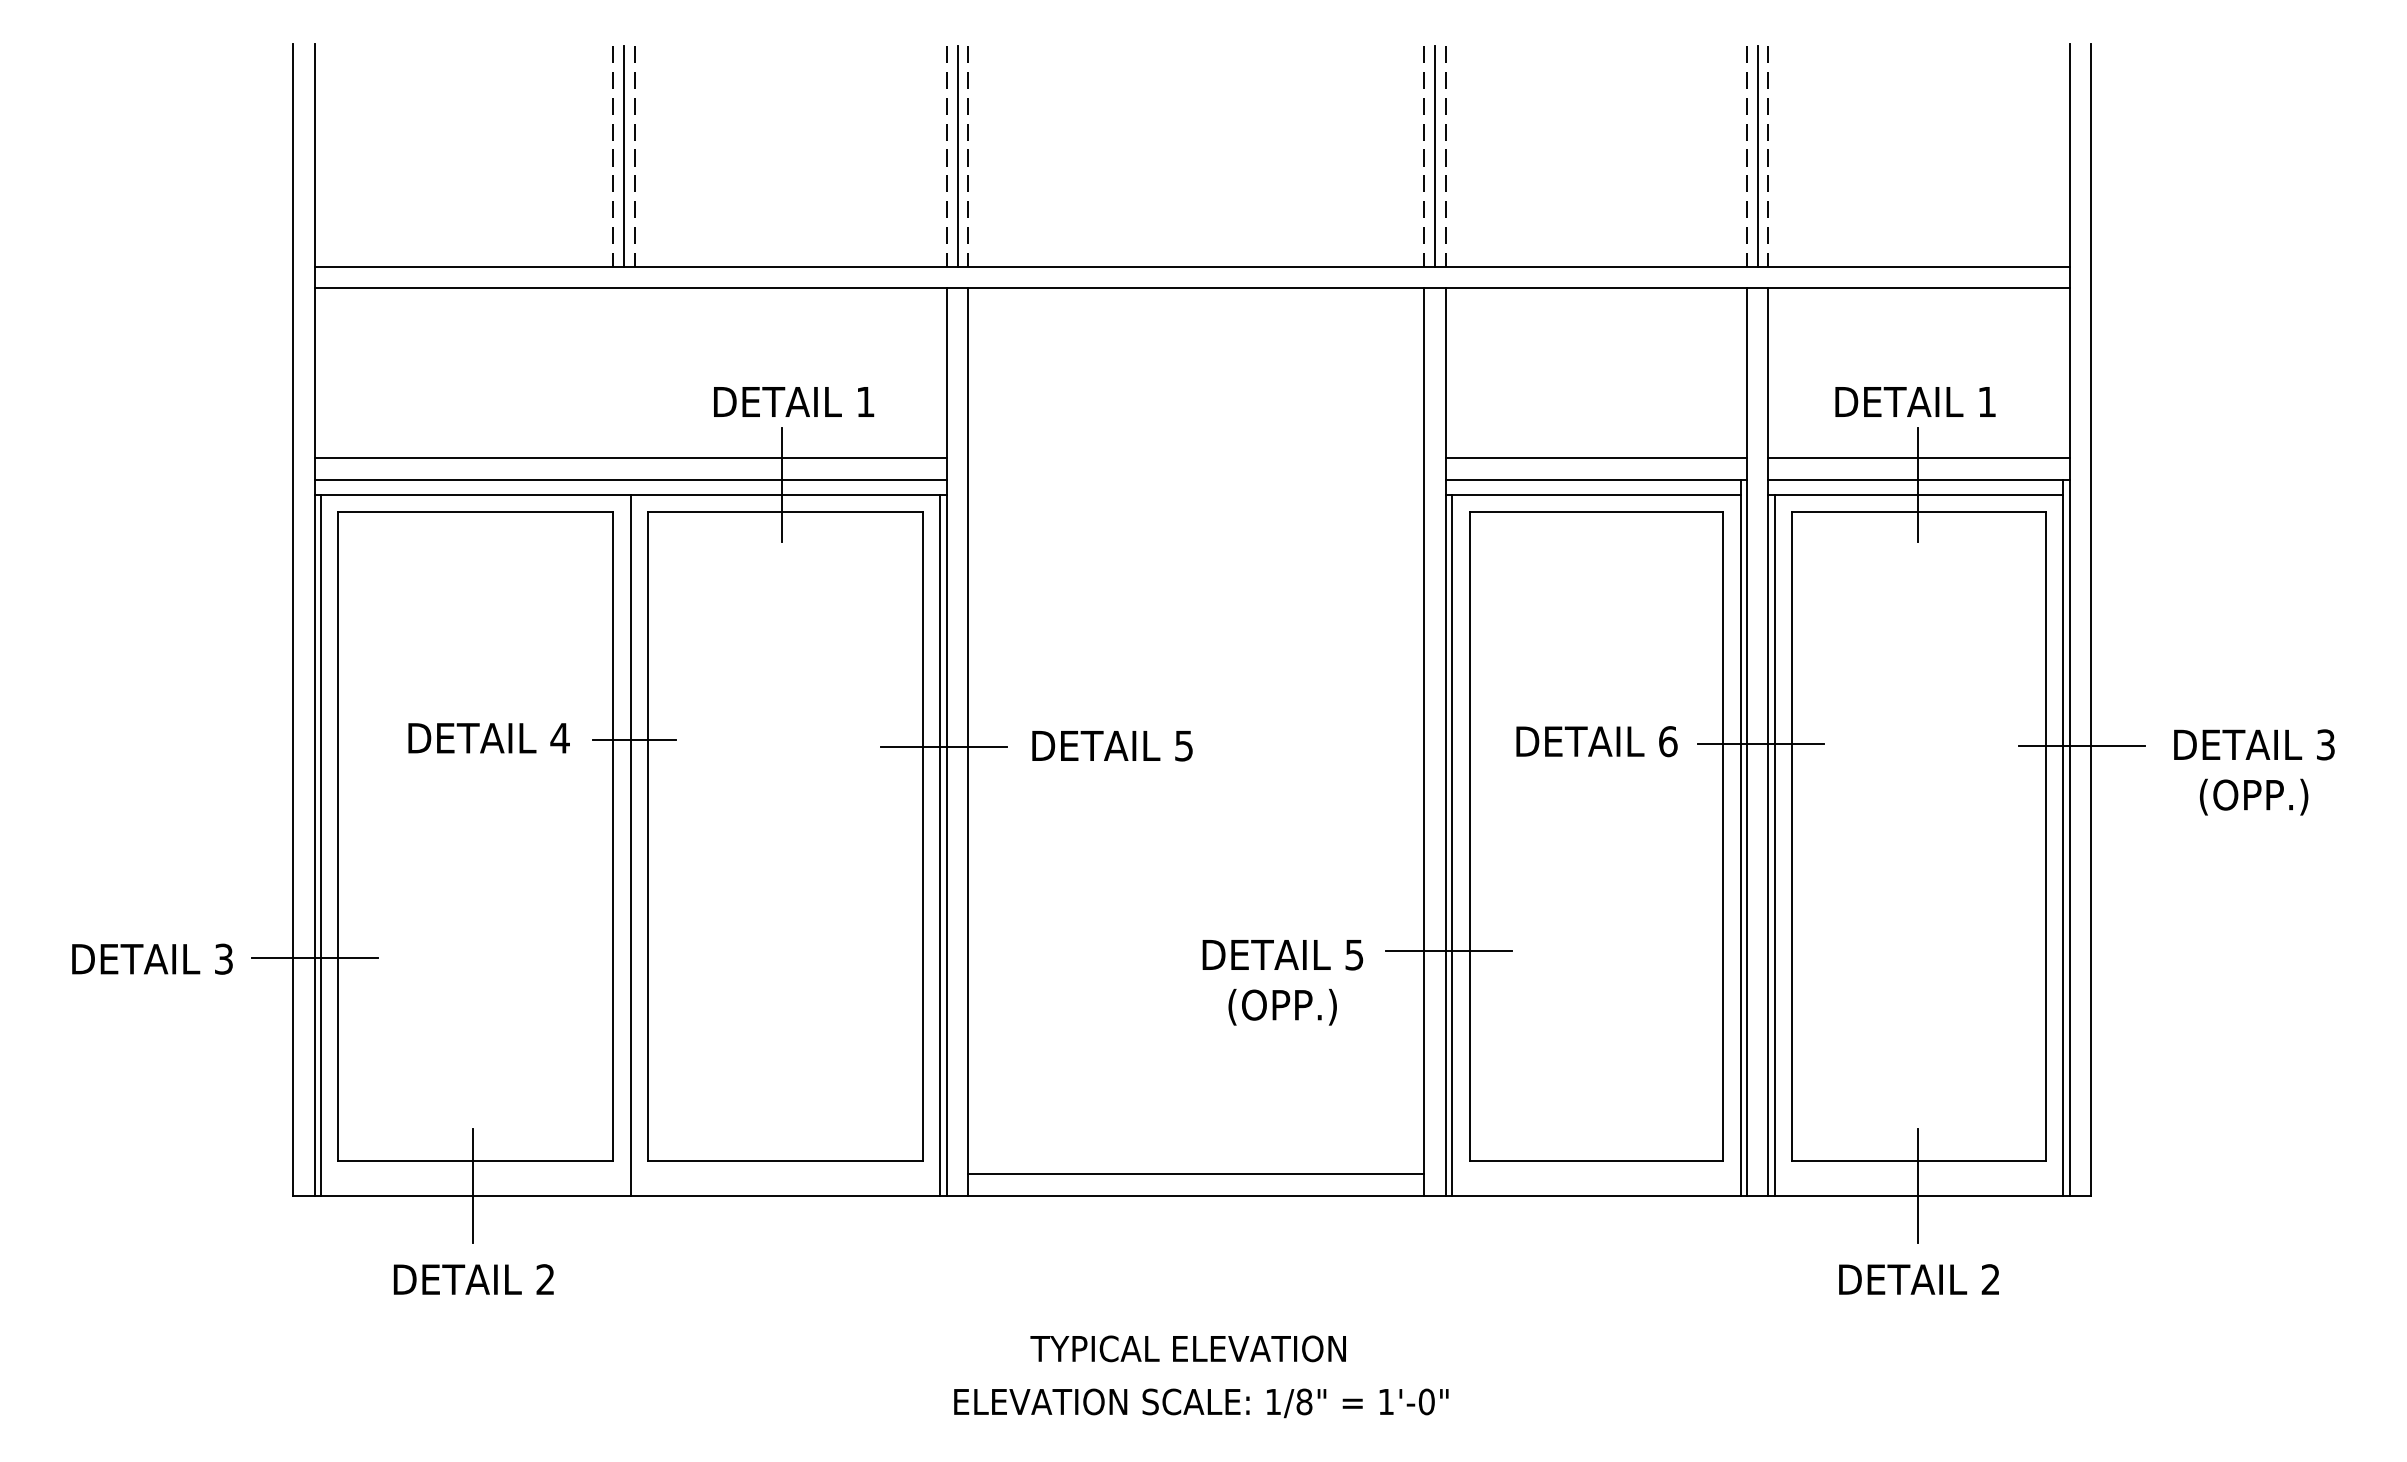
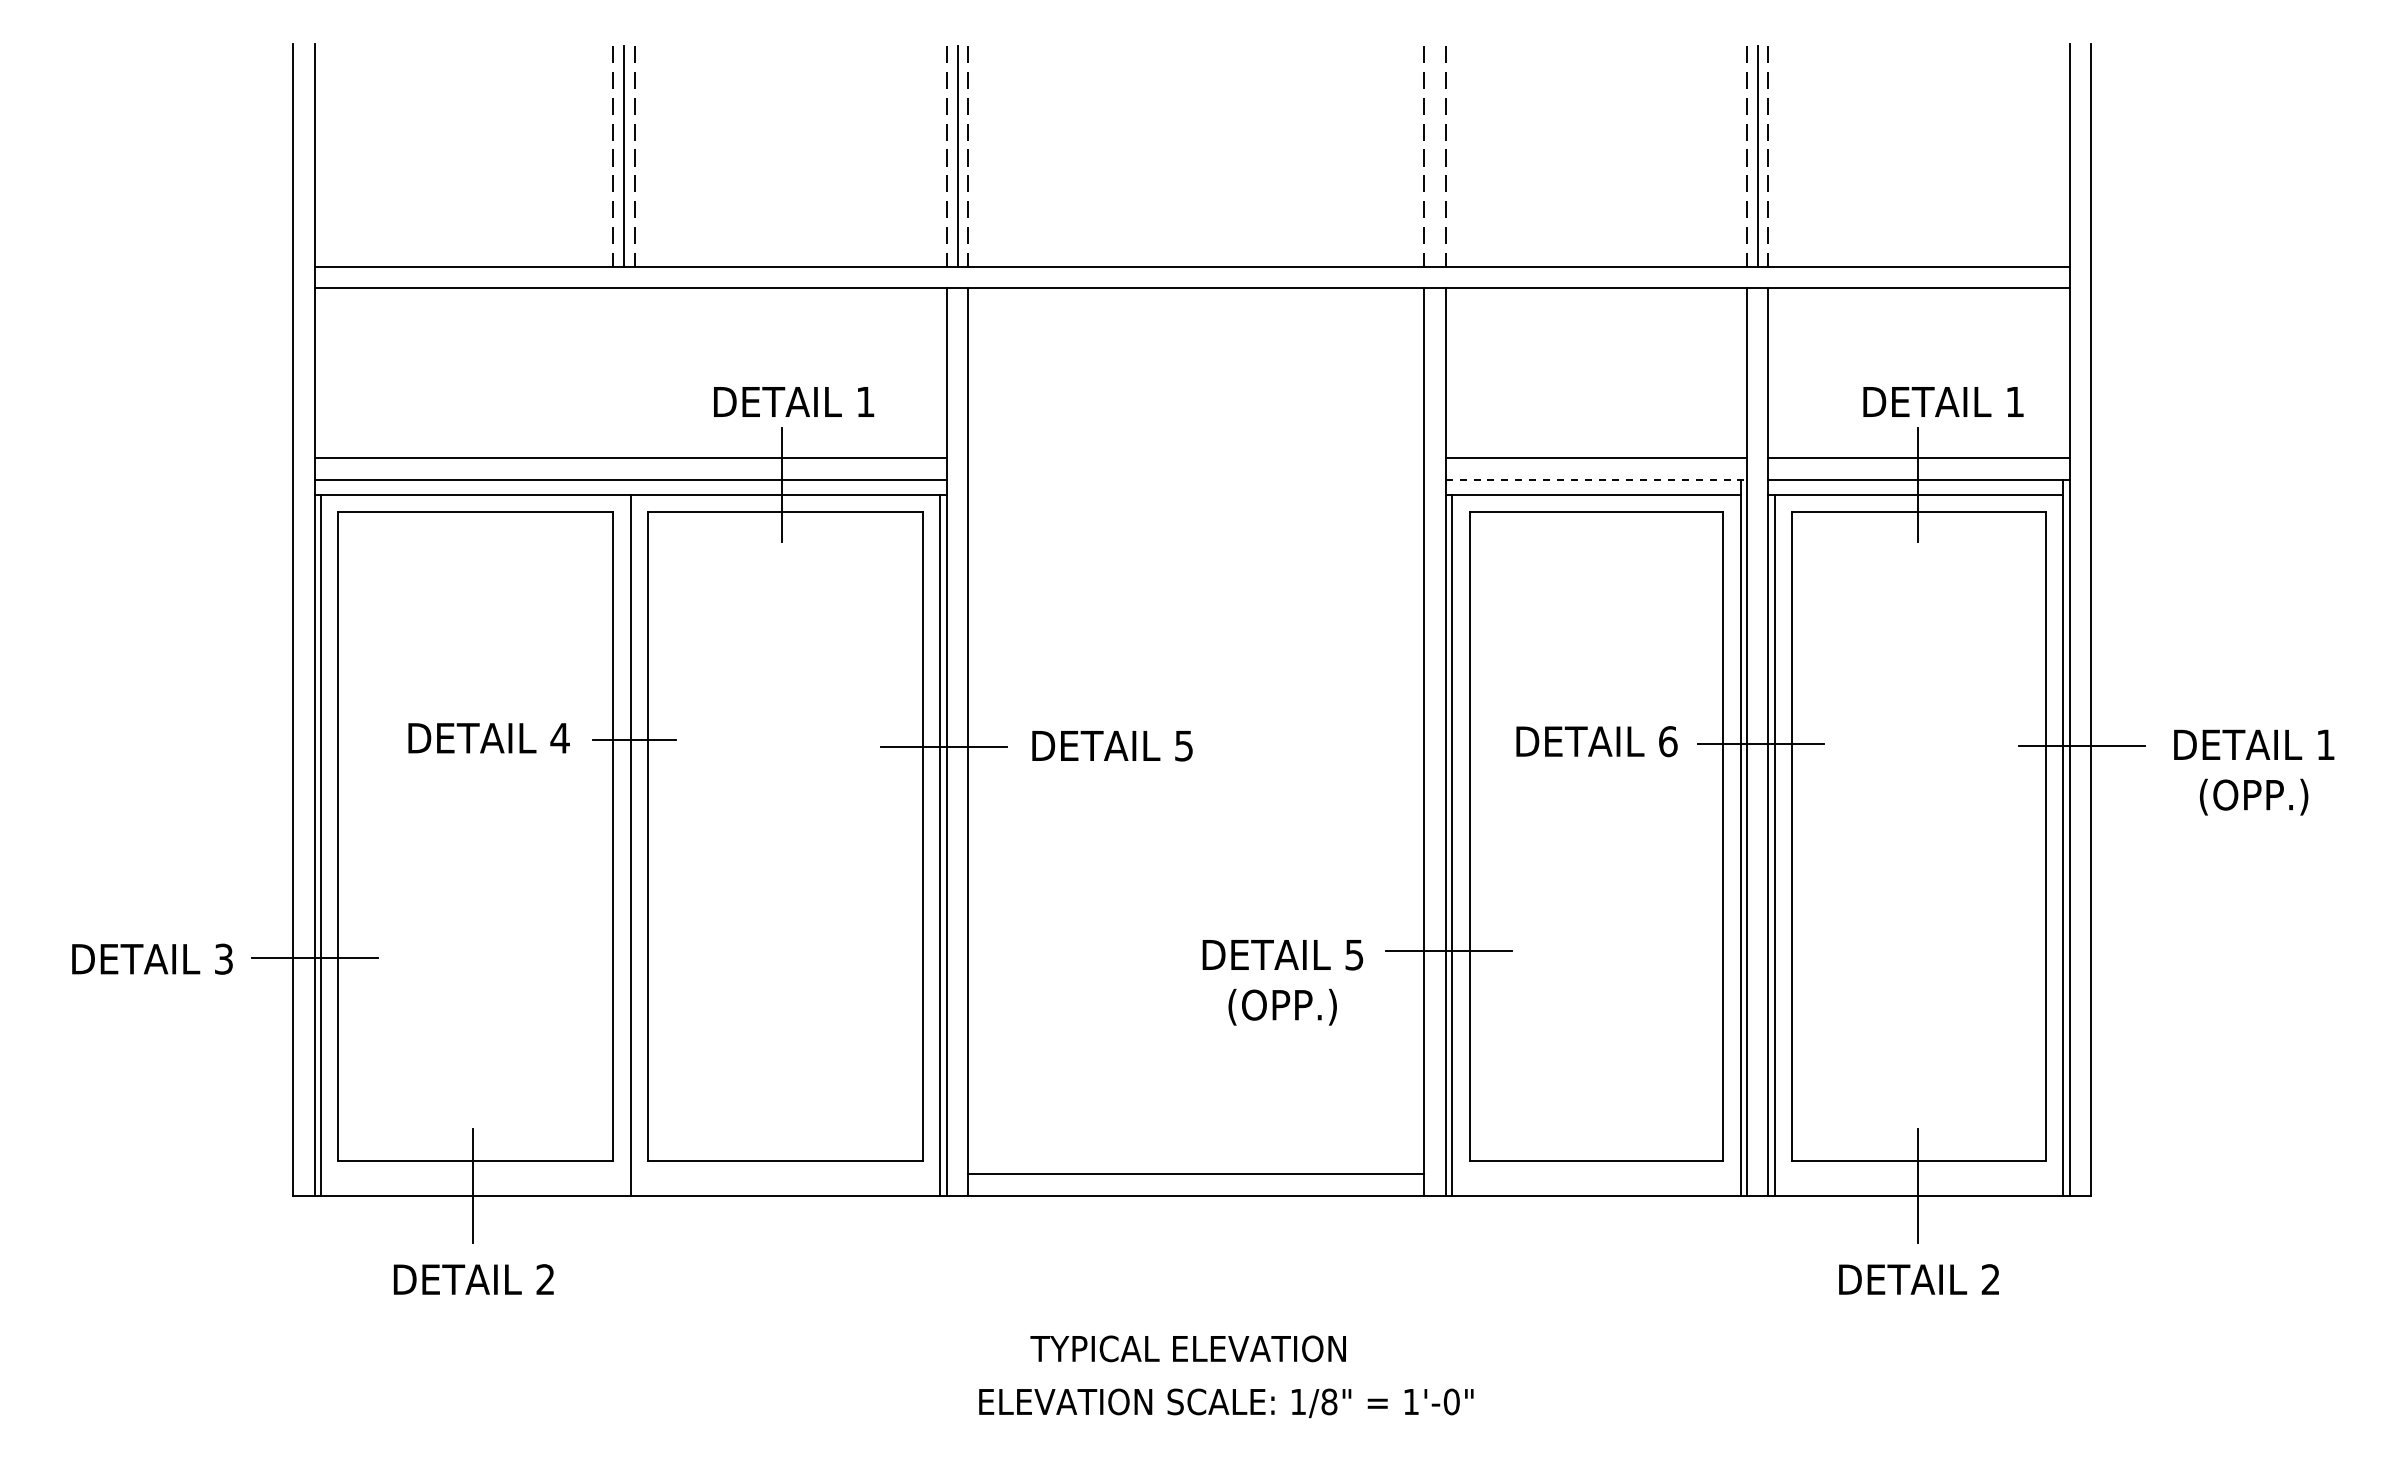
line at (1435, 156): present -> none
text at (1915, 401) position: (1915, 401) -> (1943, 401)
line at (1596, 479): solid -> dashed
text at (2325, 744): 3 -> 1
text at (1201, 1403) position: (1201, 1403) -> (1226, 1403)
